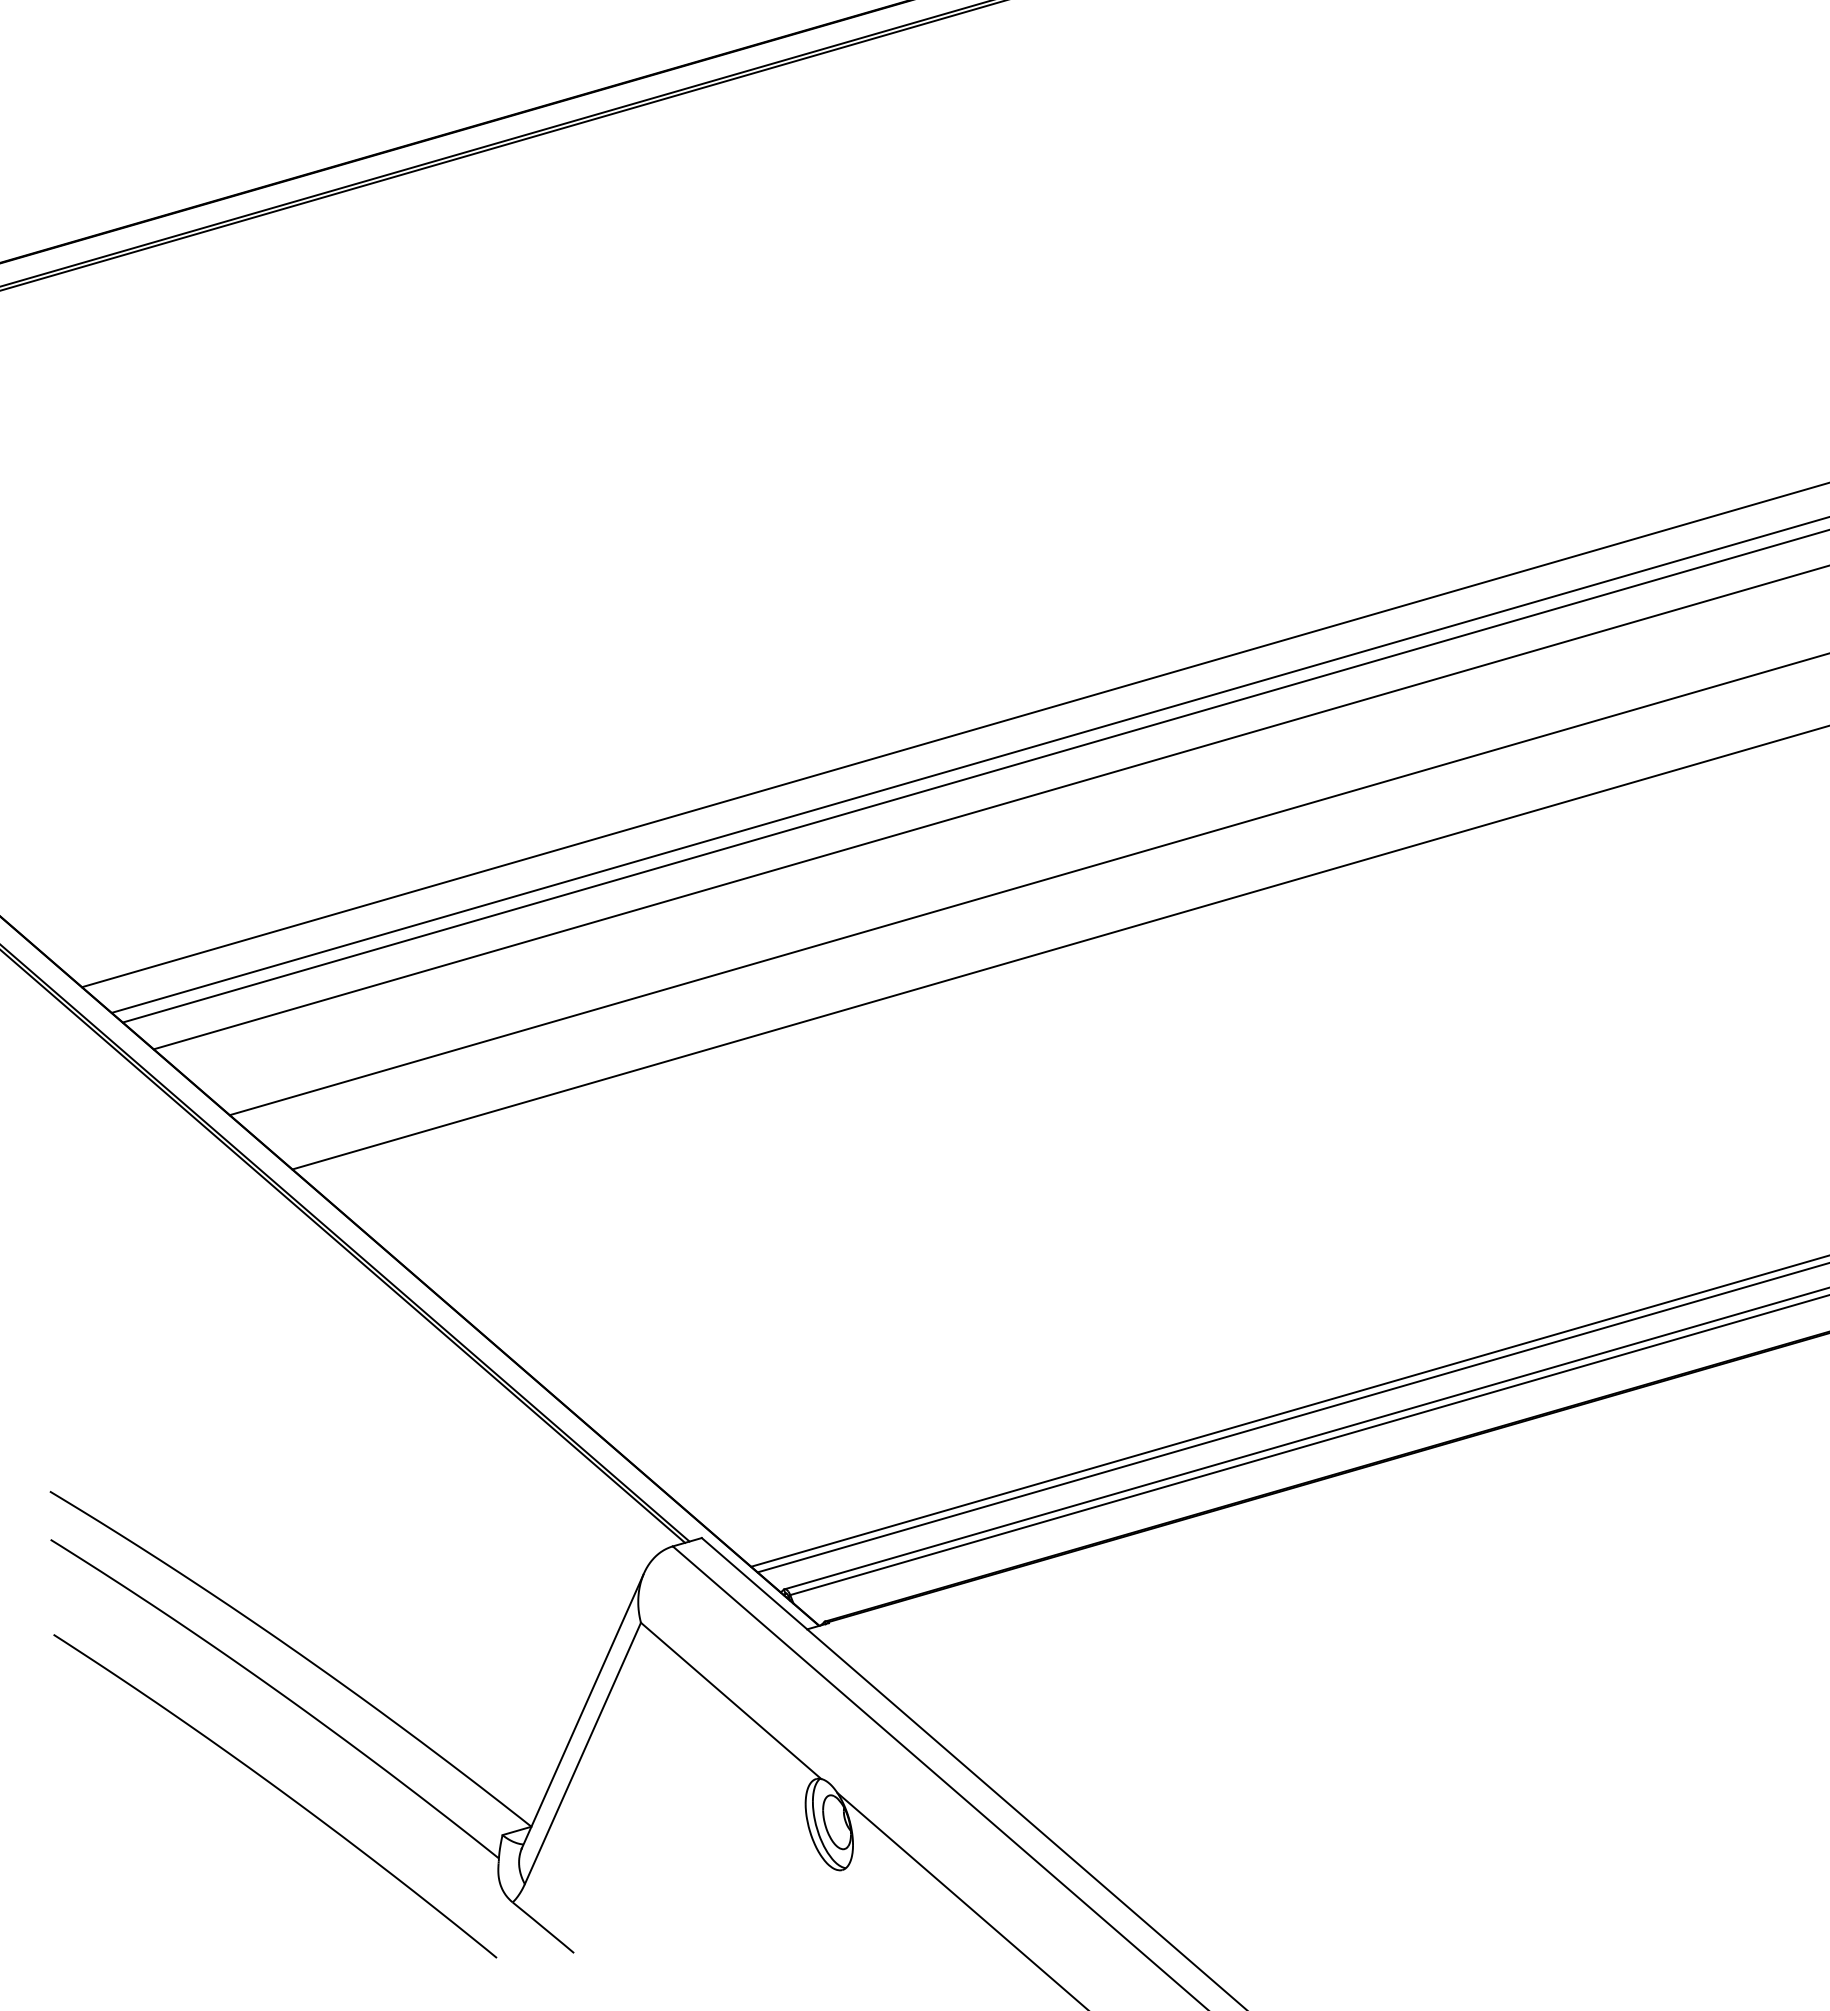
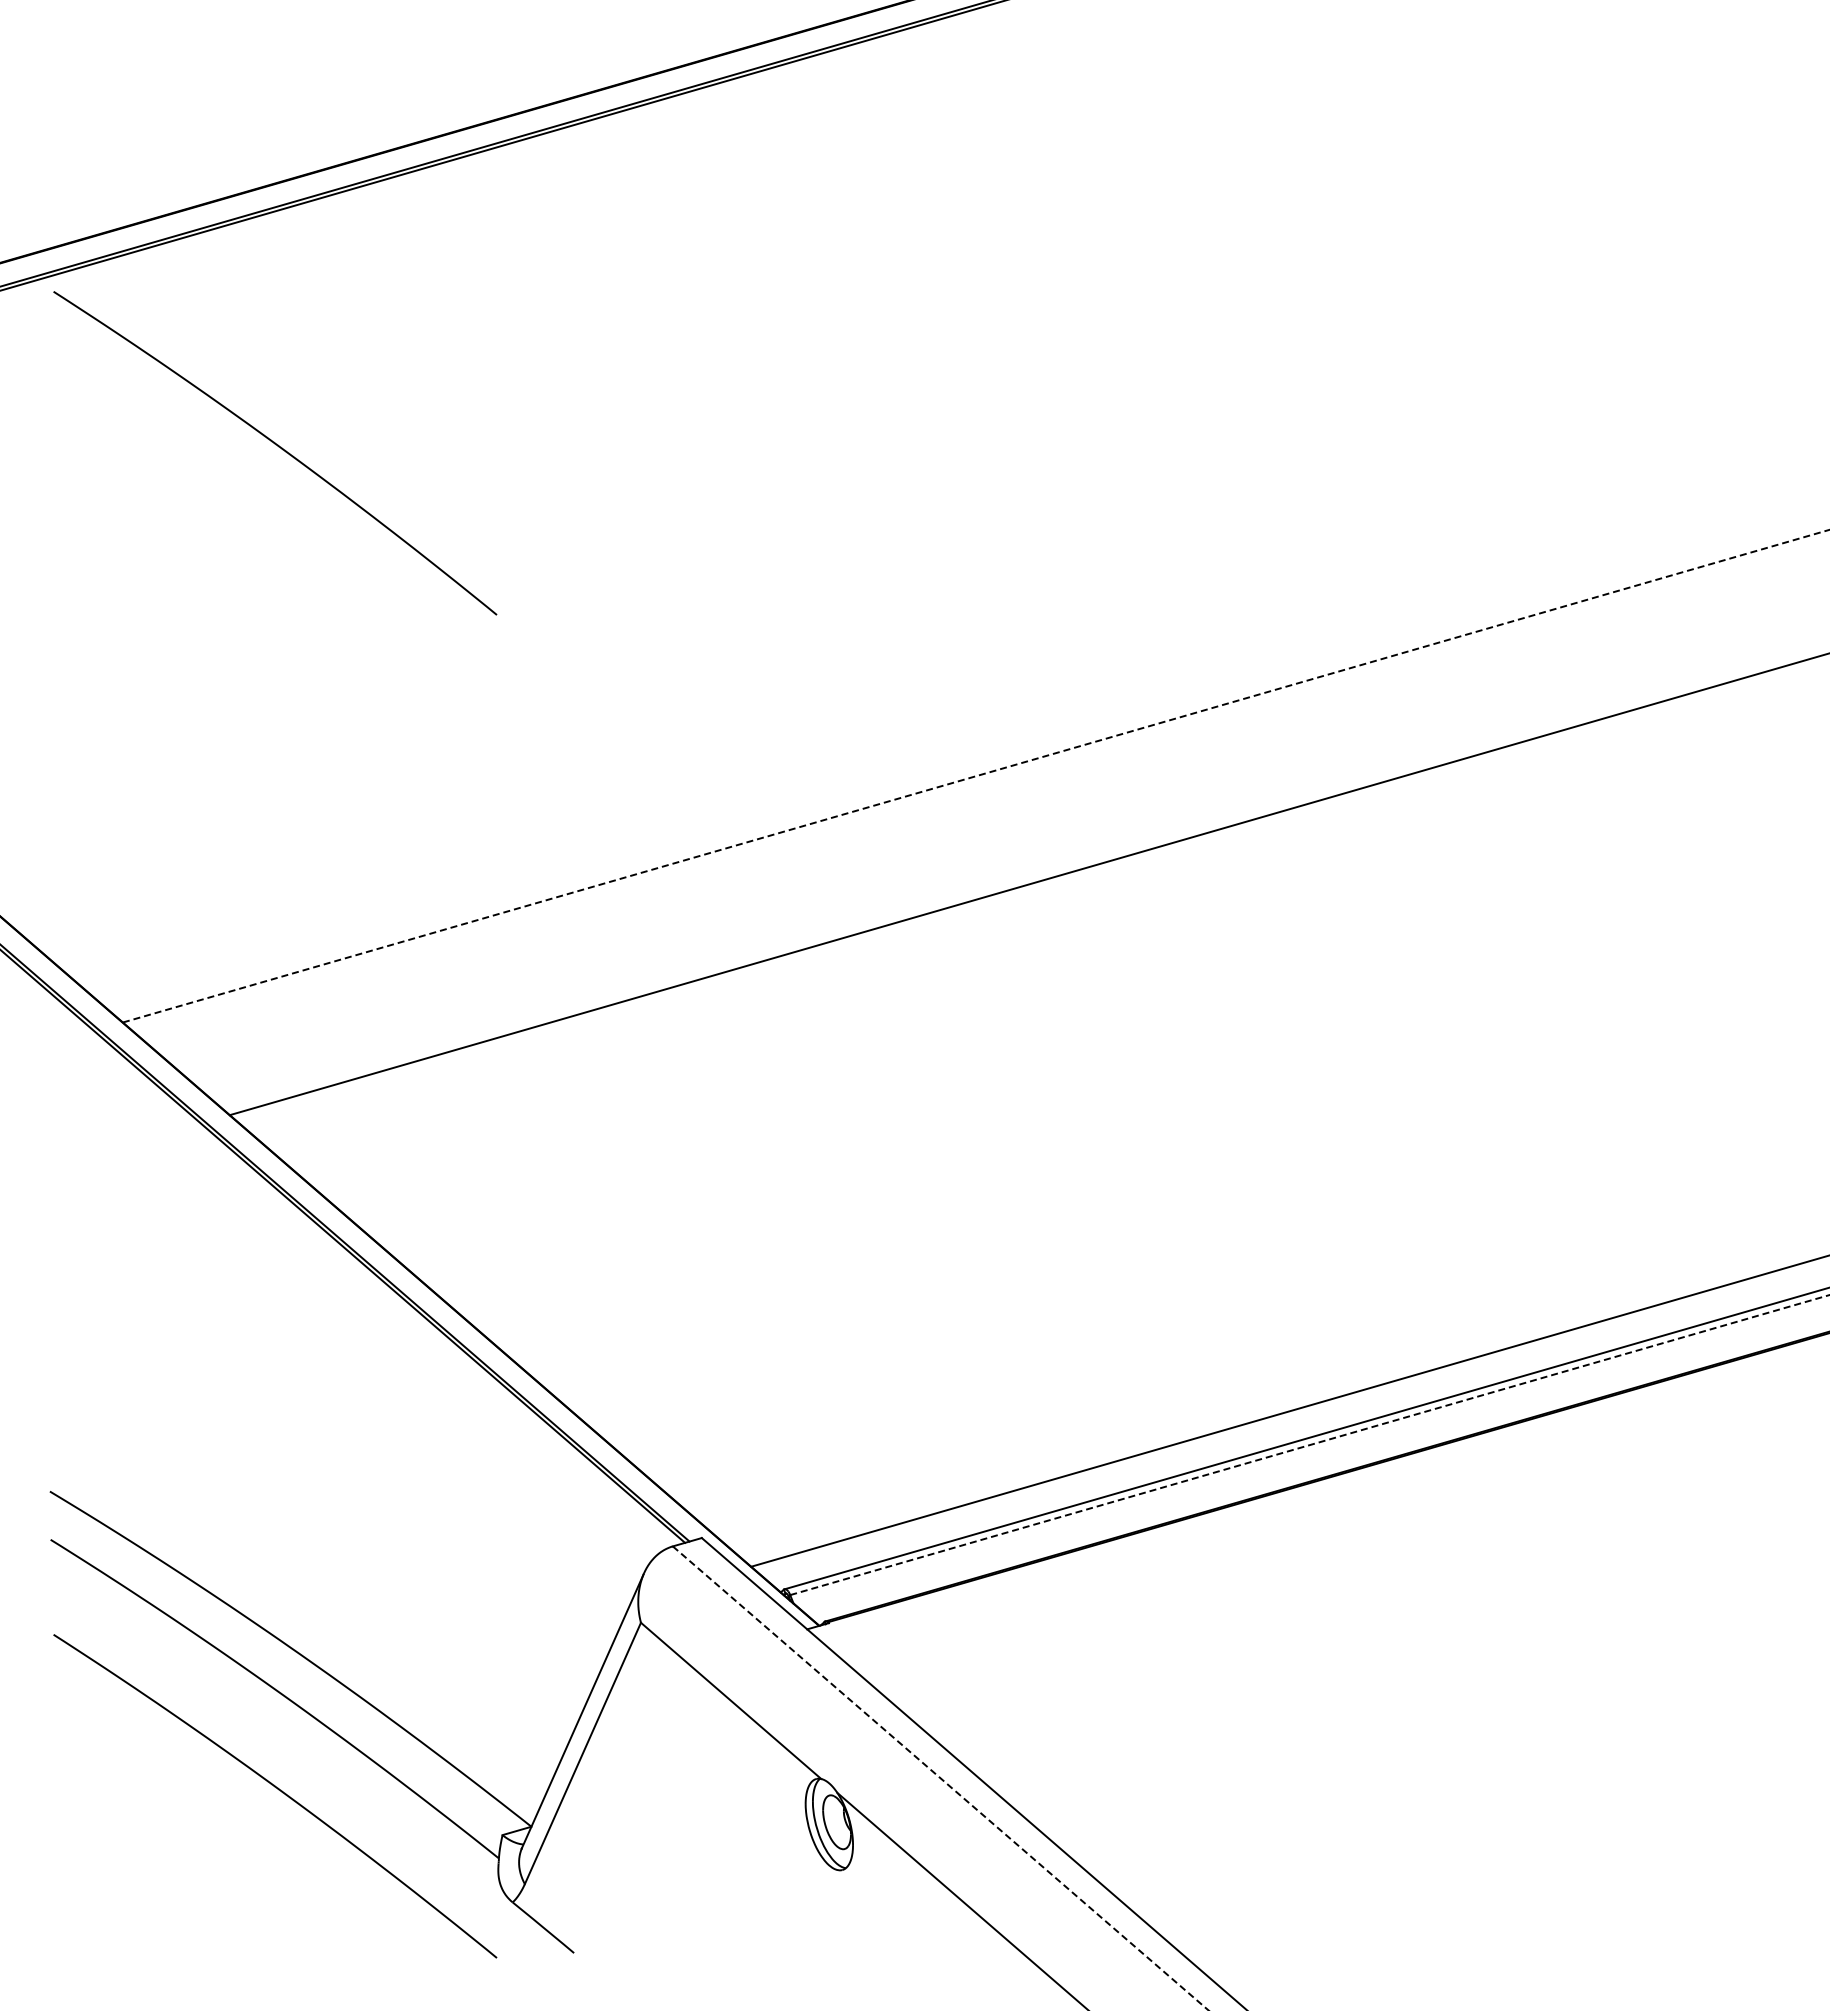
curve at (278, 447): none -> present
line at (954, 735): present -> none
line at (968, 764): present -> none
line at (976, 776): solid -> dashed
line at (989, 807): present -> none
line at (1059, 947): present -> none
line at (1291, 1417): present -> none
line at (1309, 1445): solid -> dashed
line at (941, 1778): solid -> dashed
